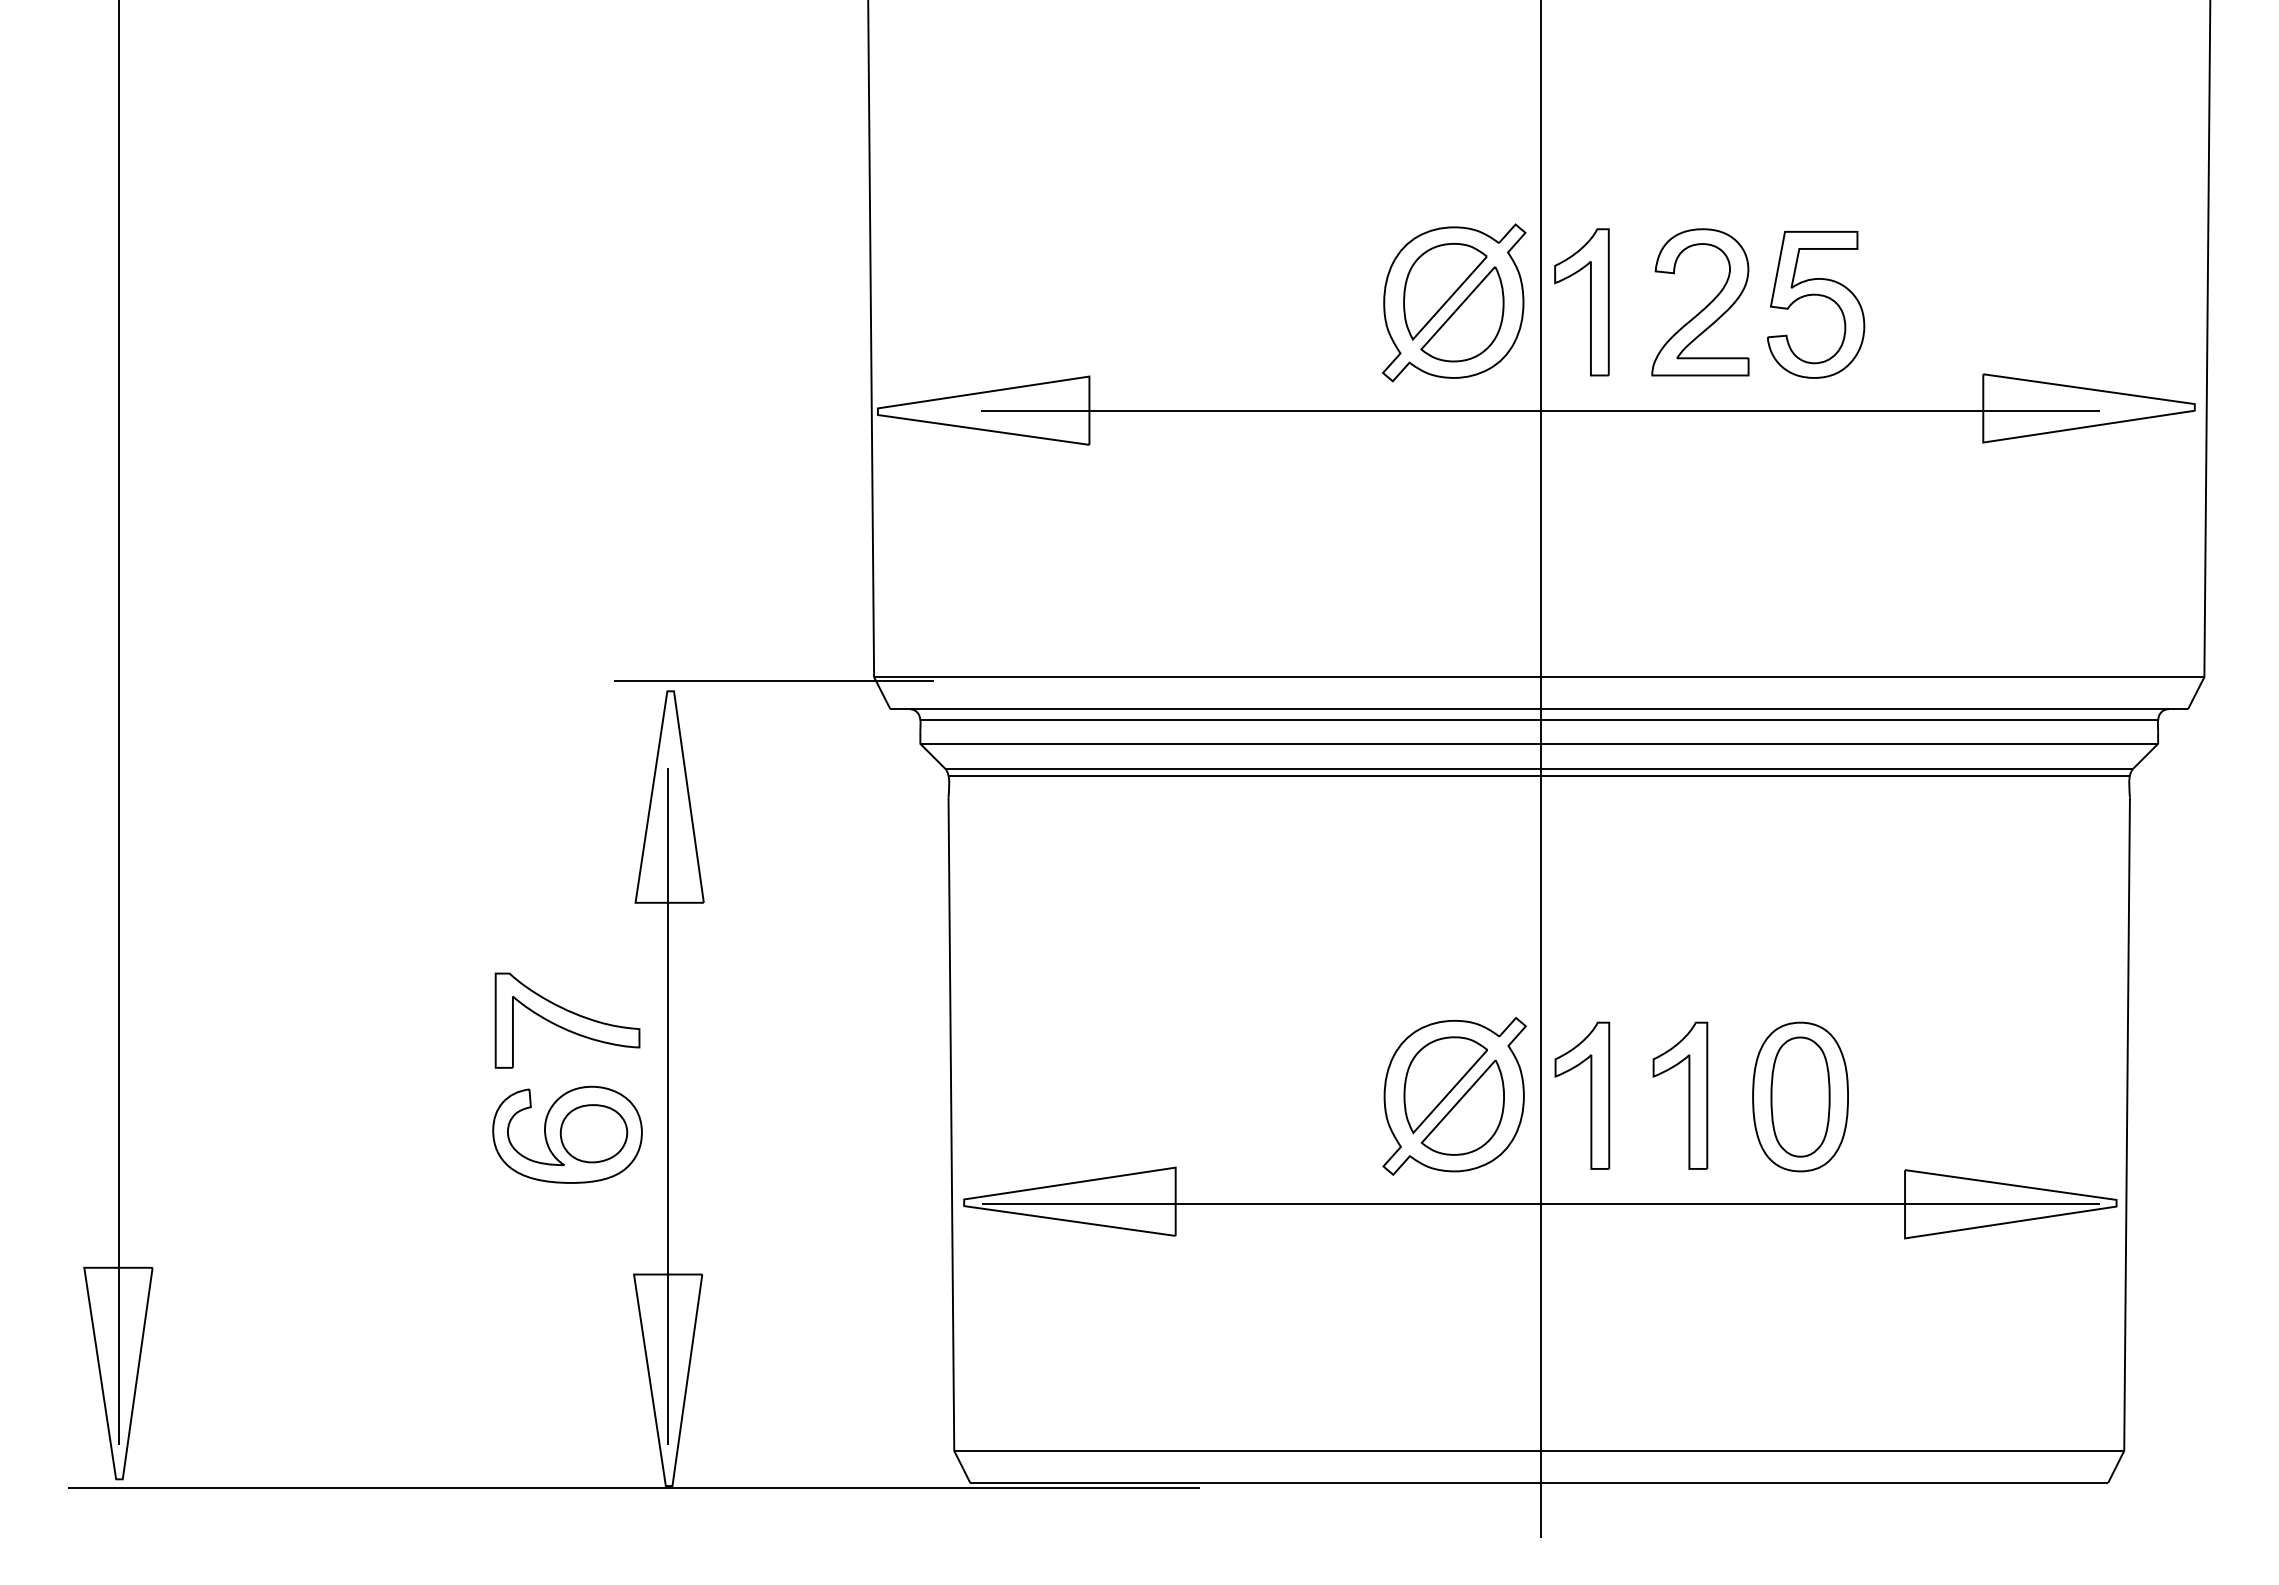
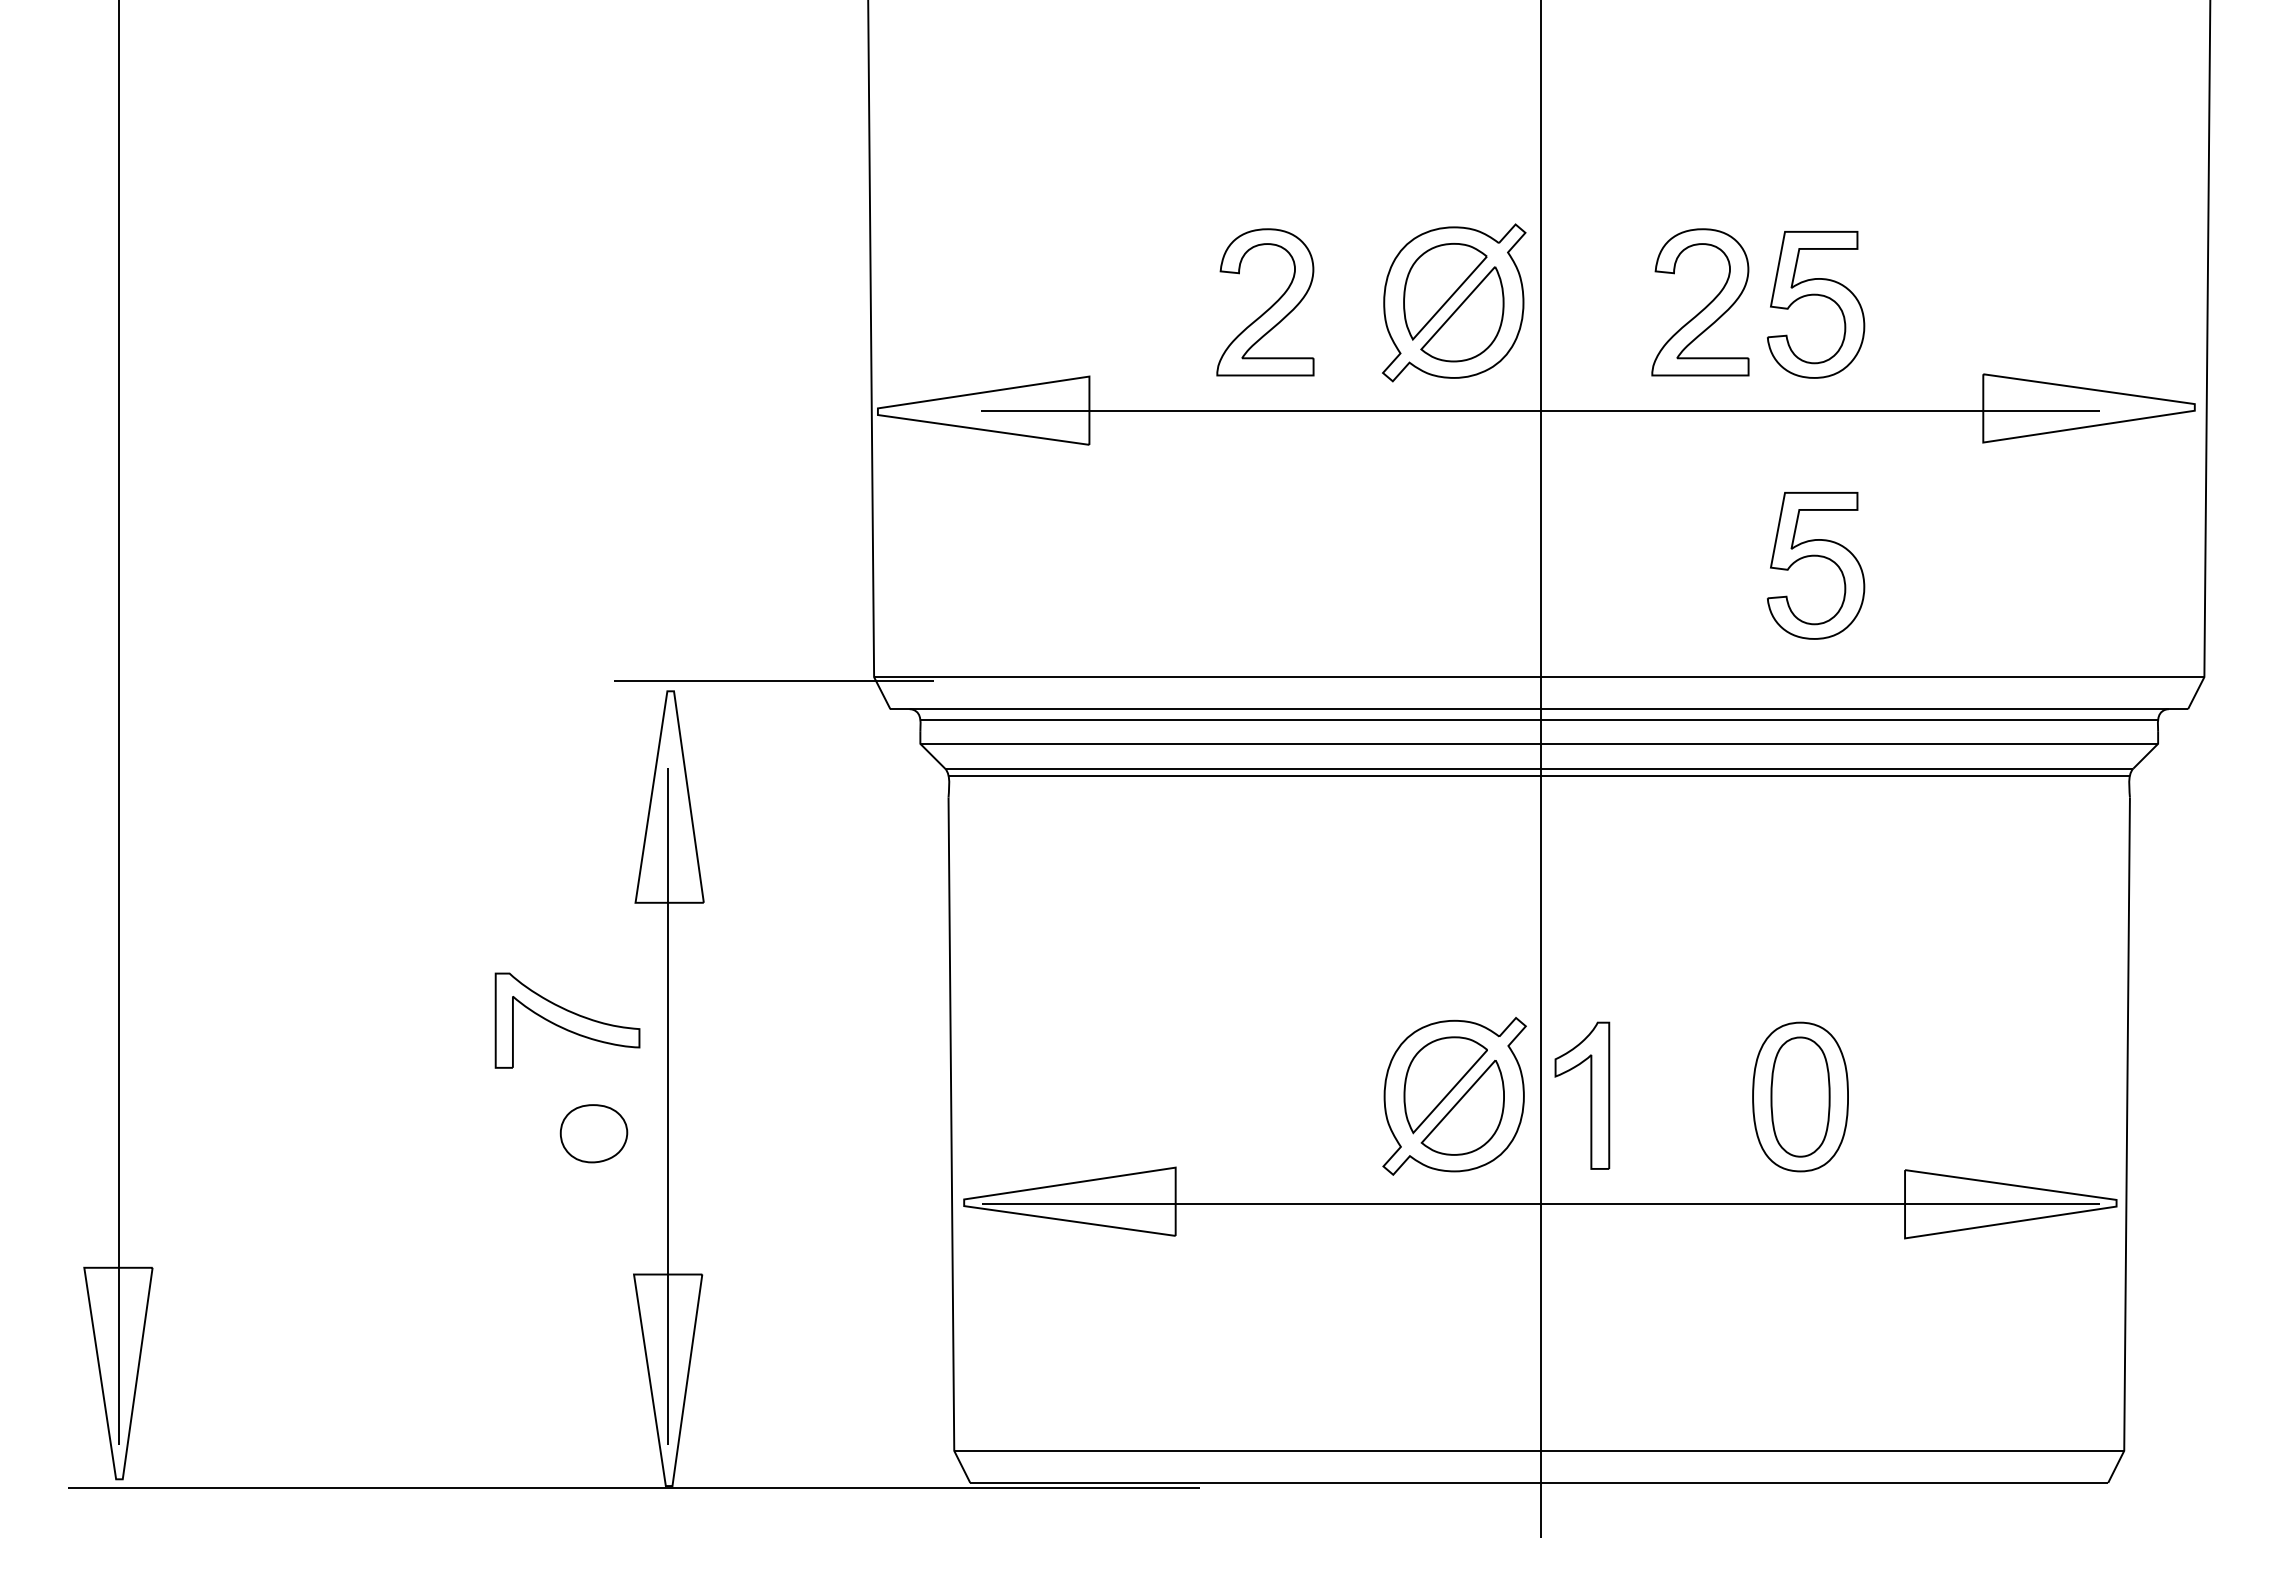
part at (1590, 302): present -> none
part at (1270, 306): none -> present
part at (1820, 557): none -> present
part at (1688, 1095): present -> none
part at (567, 1134): present -> none
